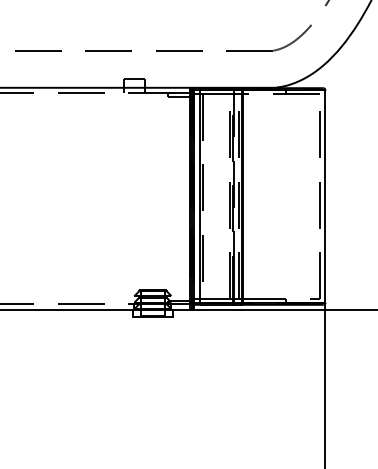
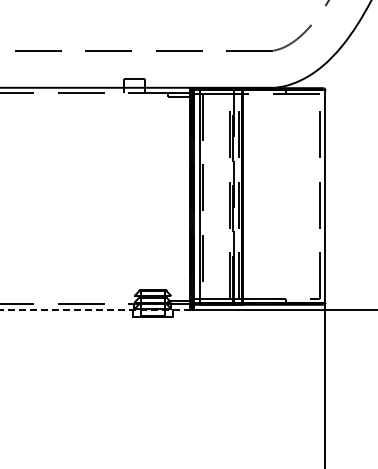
line at (95, 310): solid -> dashed
